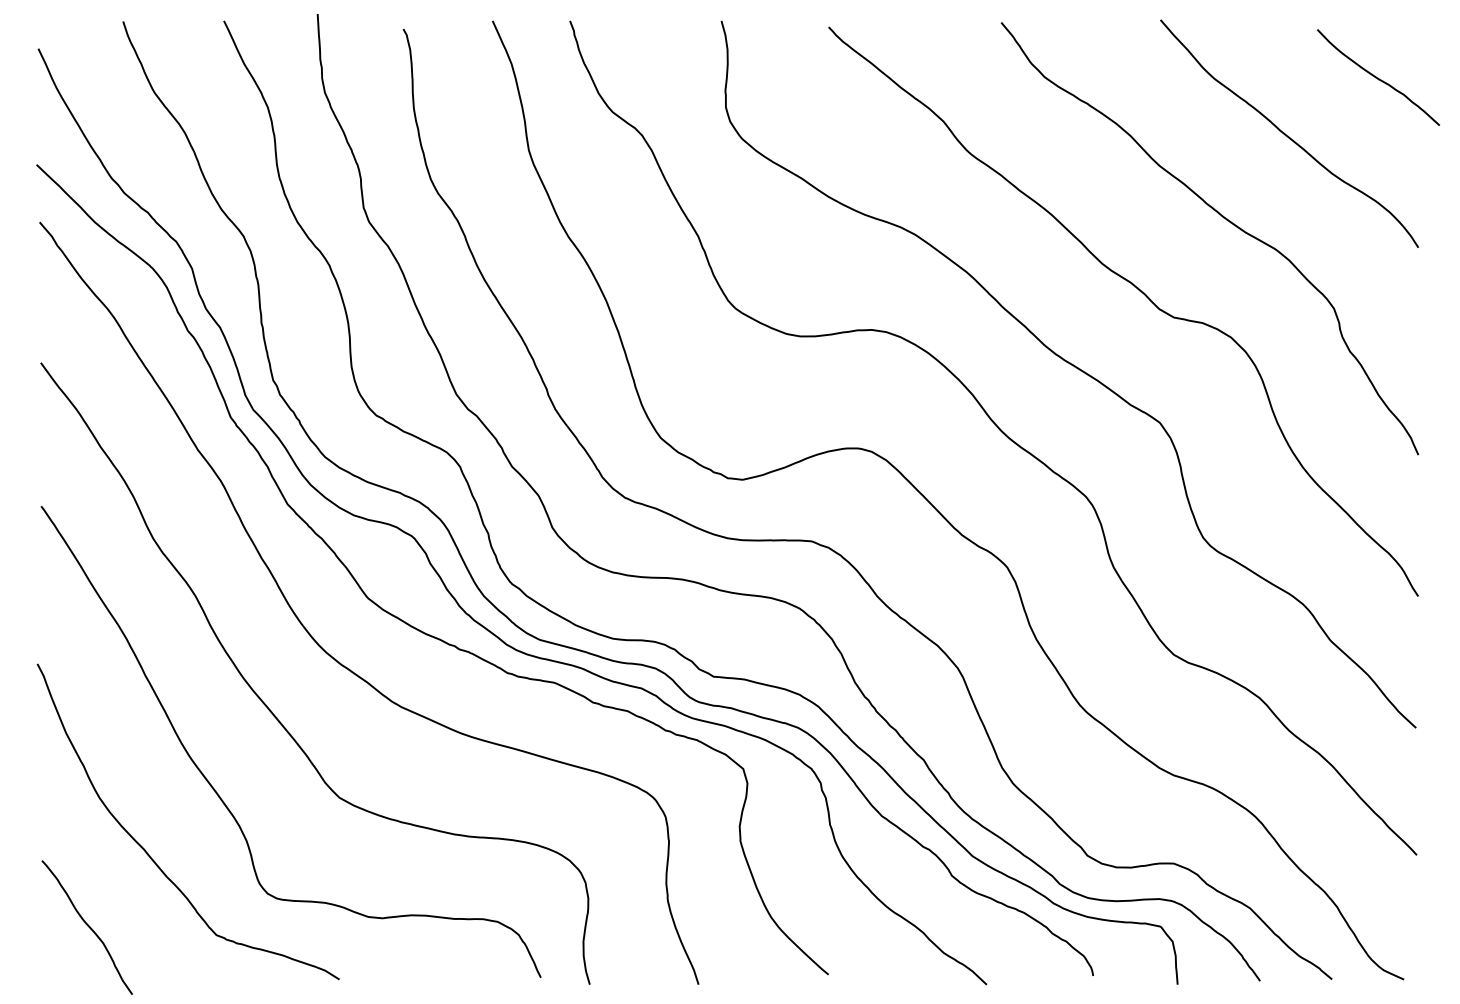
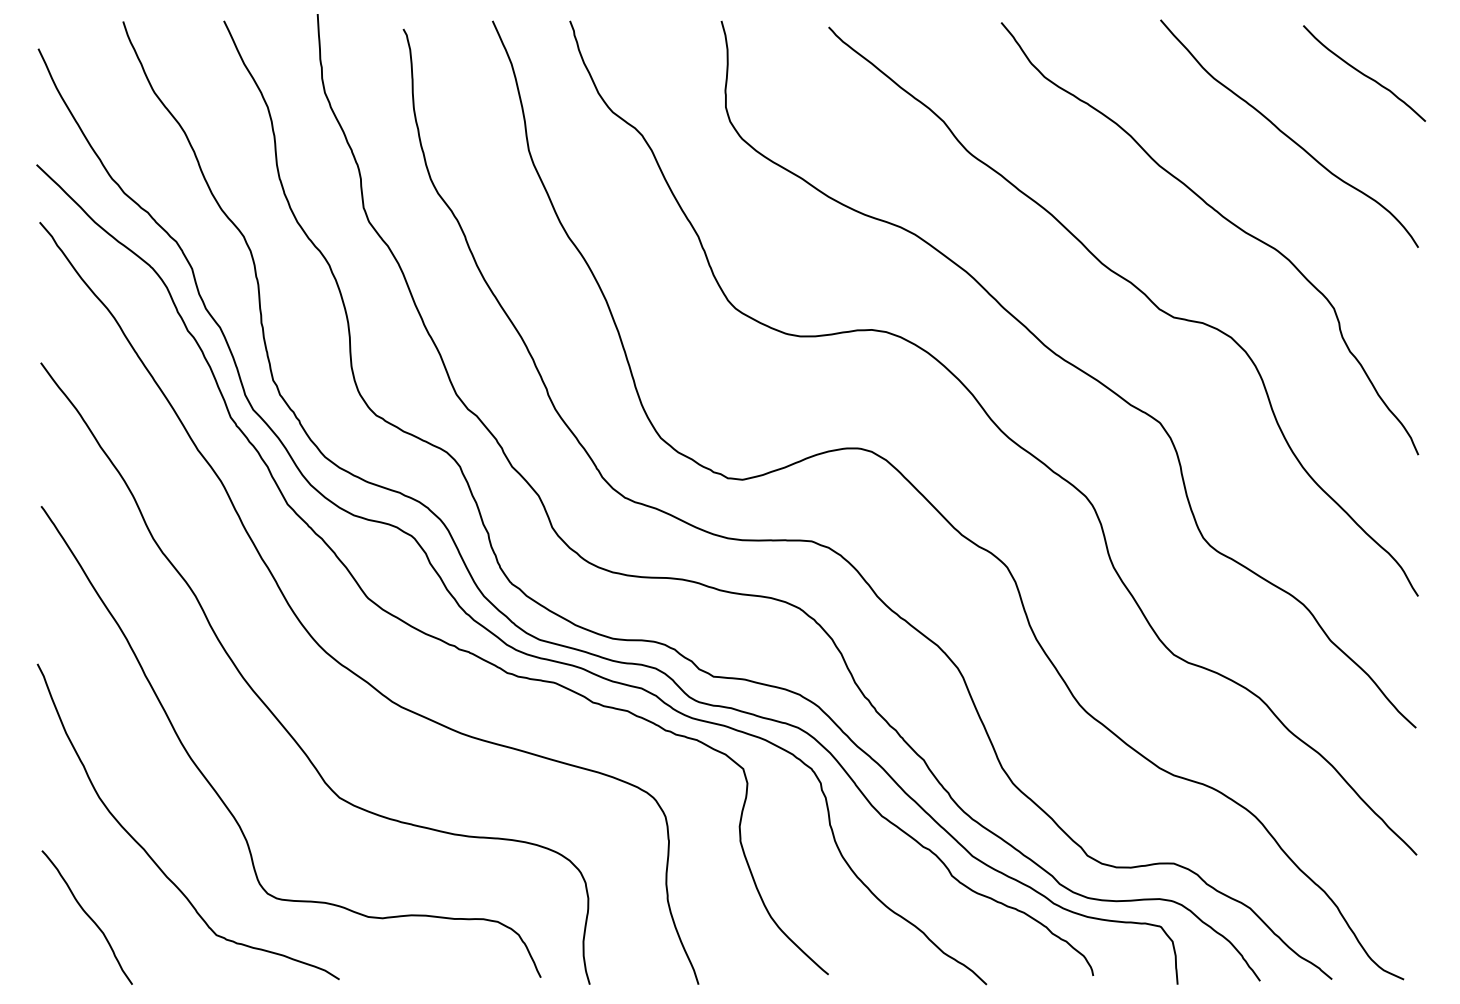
curve at (1378, 77) position: (1378, 77) -> (1364, 73)
curve at (87, 926) position: (87, 926) -> (87, 916)
